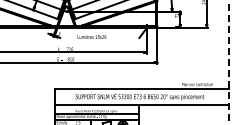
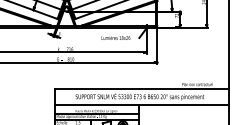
text at (91, 36) position: (91, 36) -> (115, 37)
line at (229, 62): dashed -> solid
